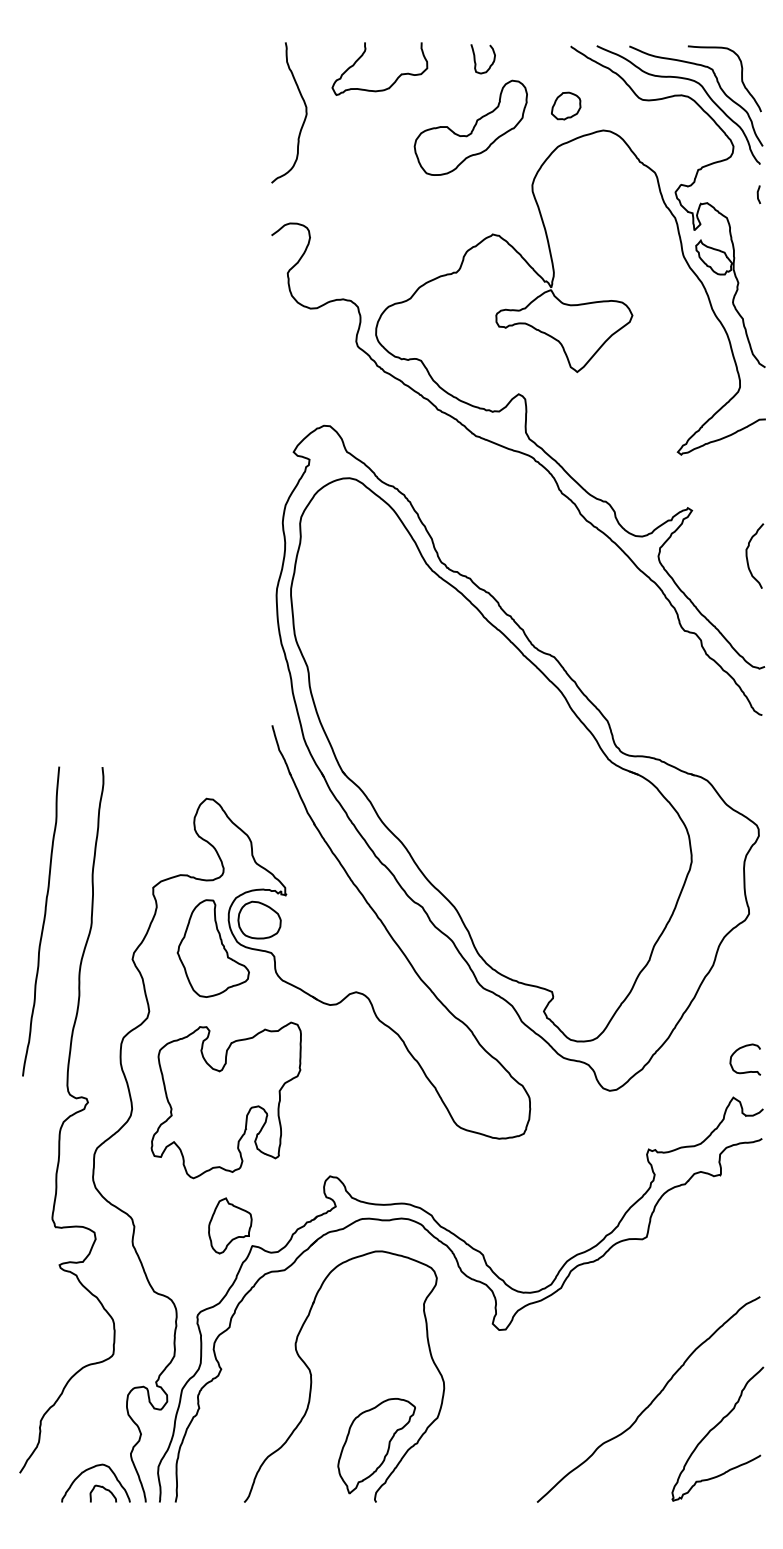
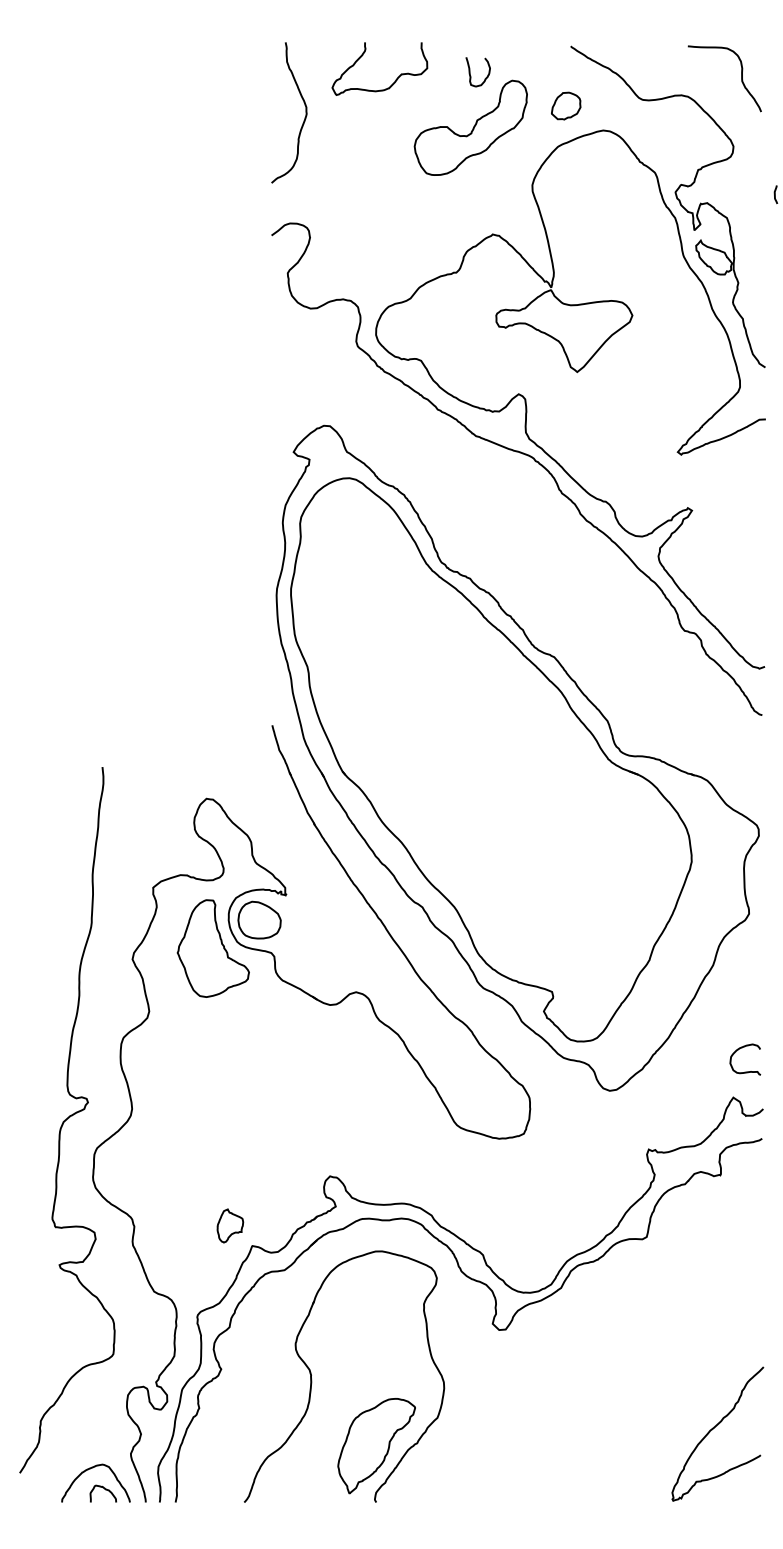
curve at (475, 59) position: (475, 59) -> (470, 72)
part at (683, 79): present -> none
curve at (758, 194) position: (758, 194) -> (775, 194)
curve at (747, 555): present -> none
curve at (43, 921): present -> none
part at (225, 1100): present -> none
part at (230, 1225) size: 45x58 px -> 29x36 px
curve at (651, 1401): present -> none
